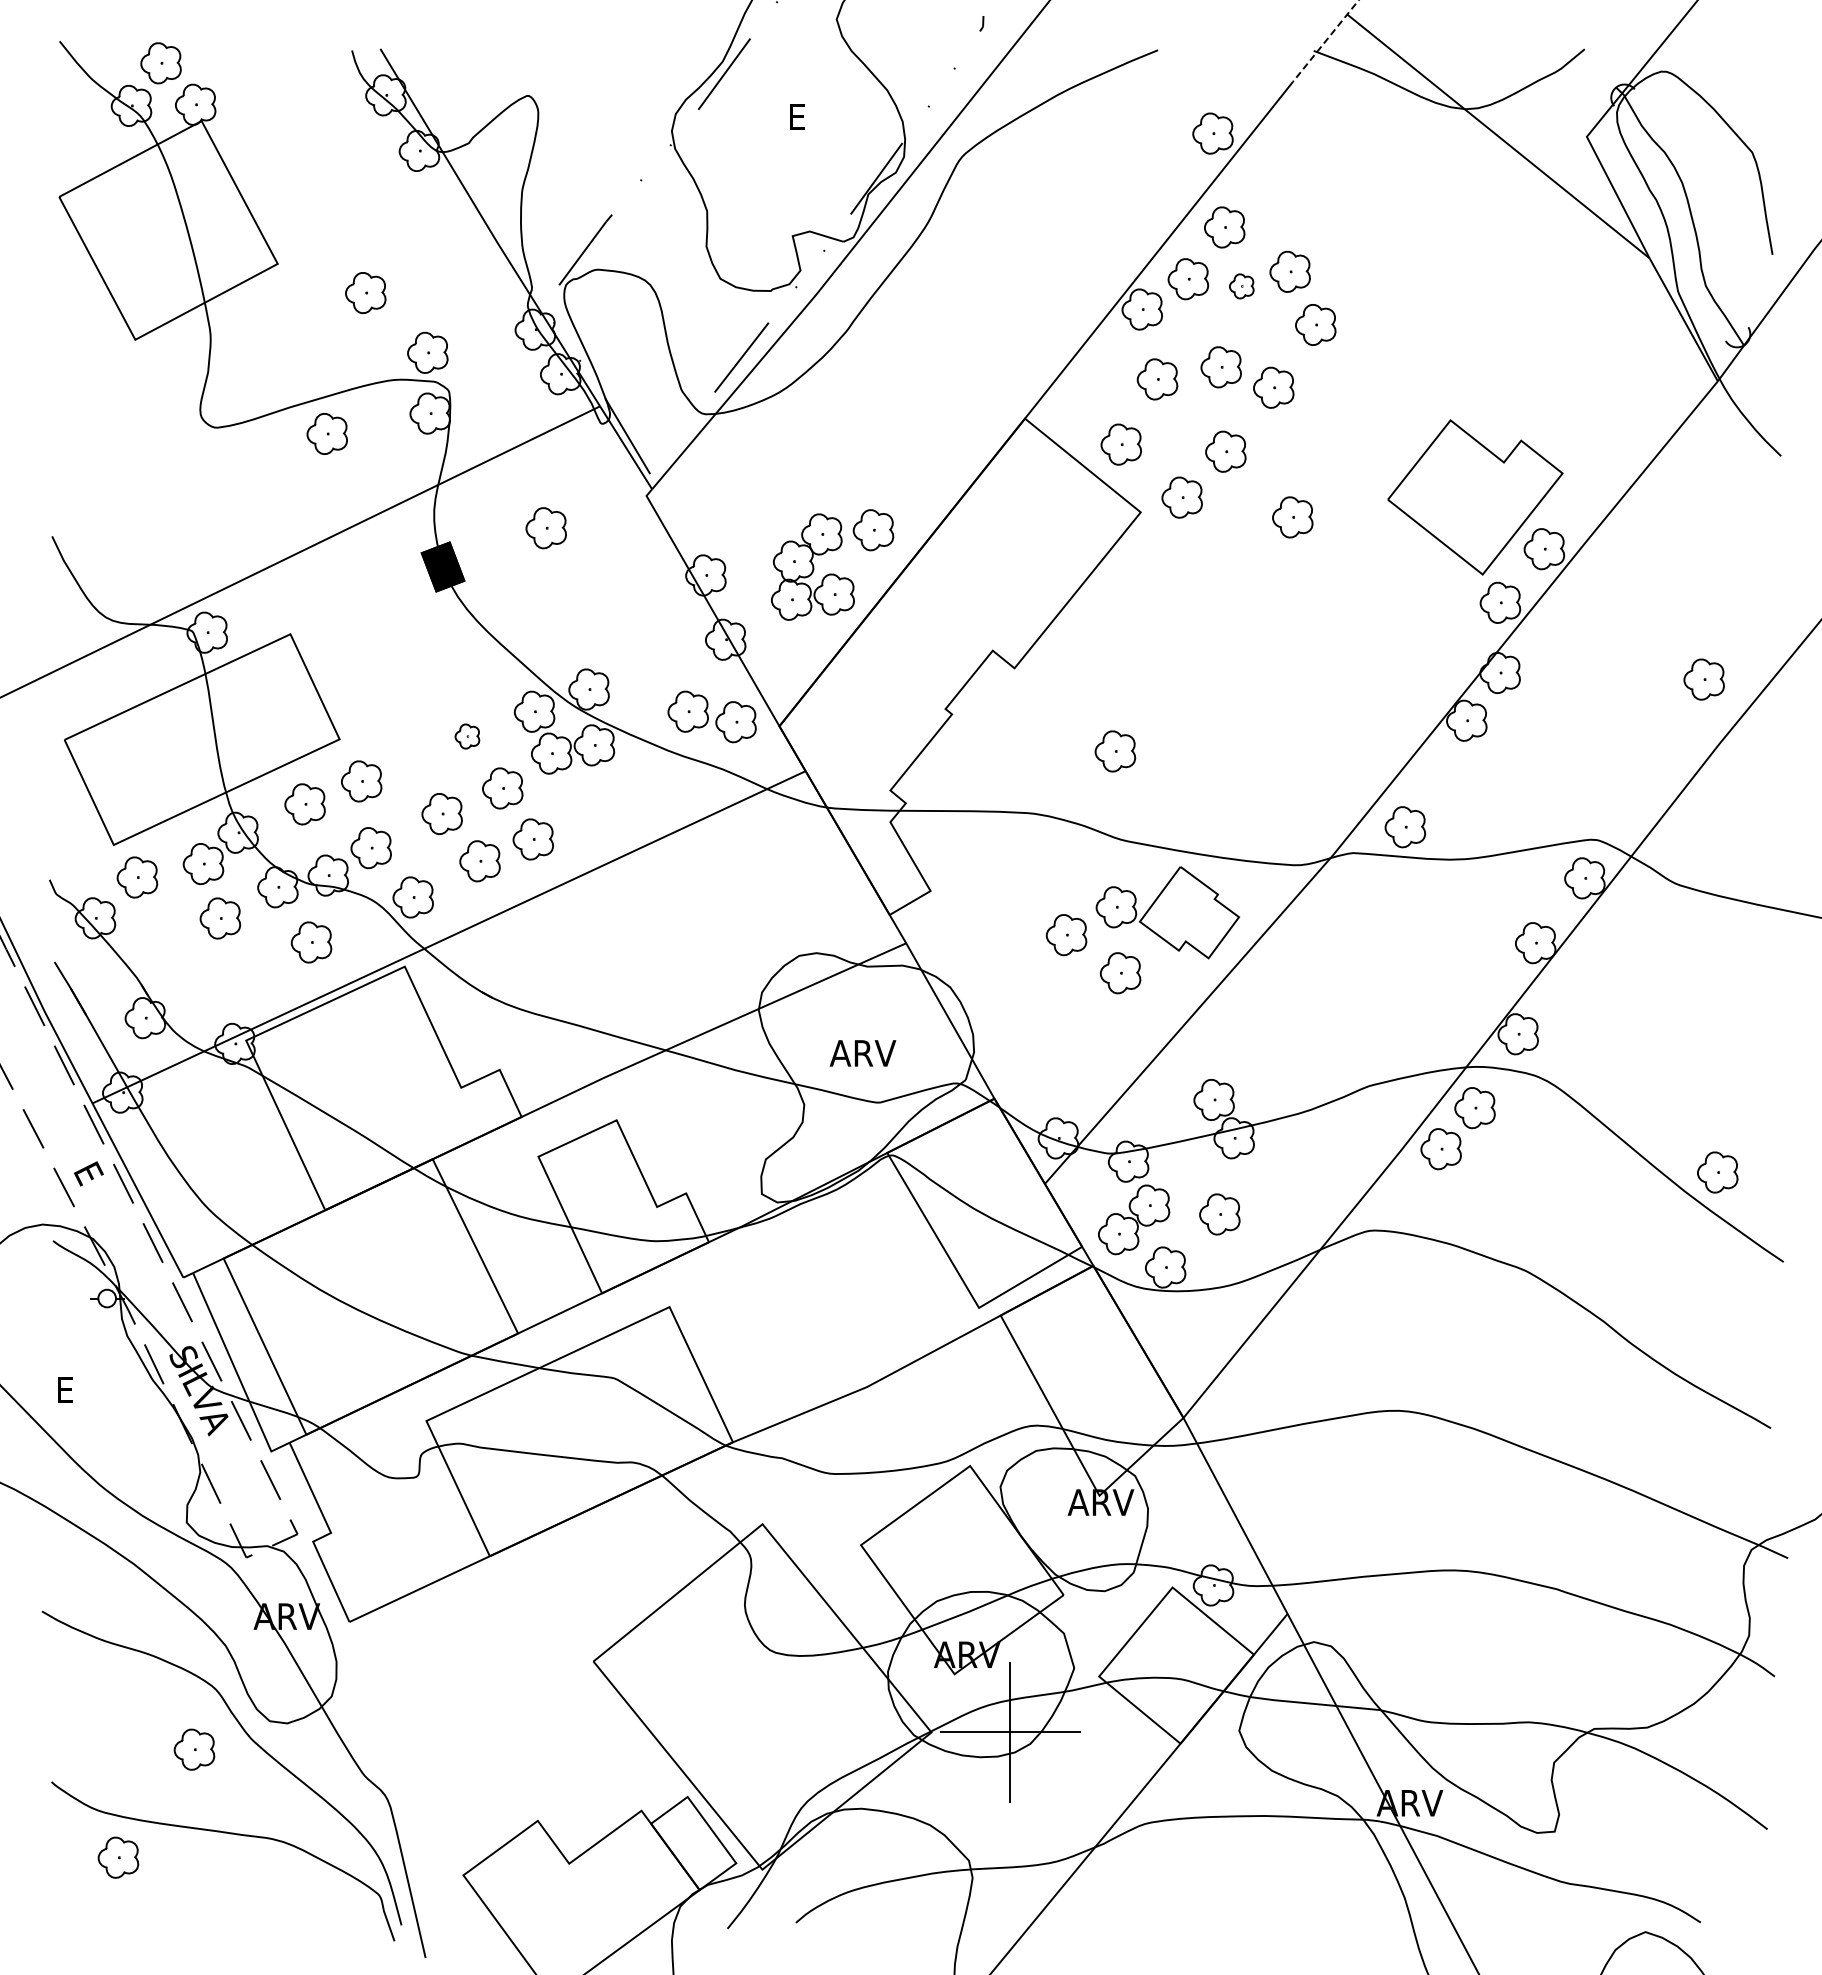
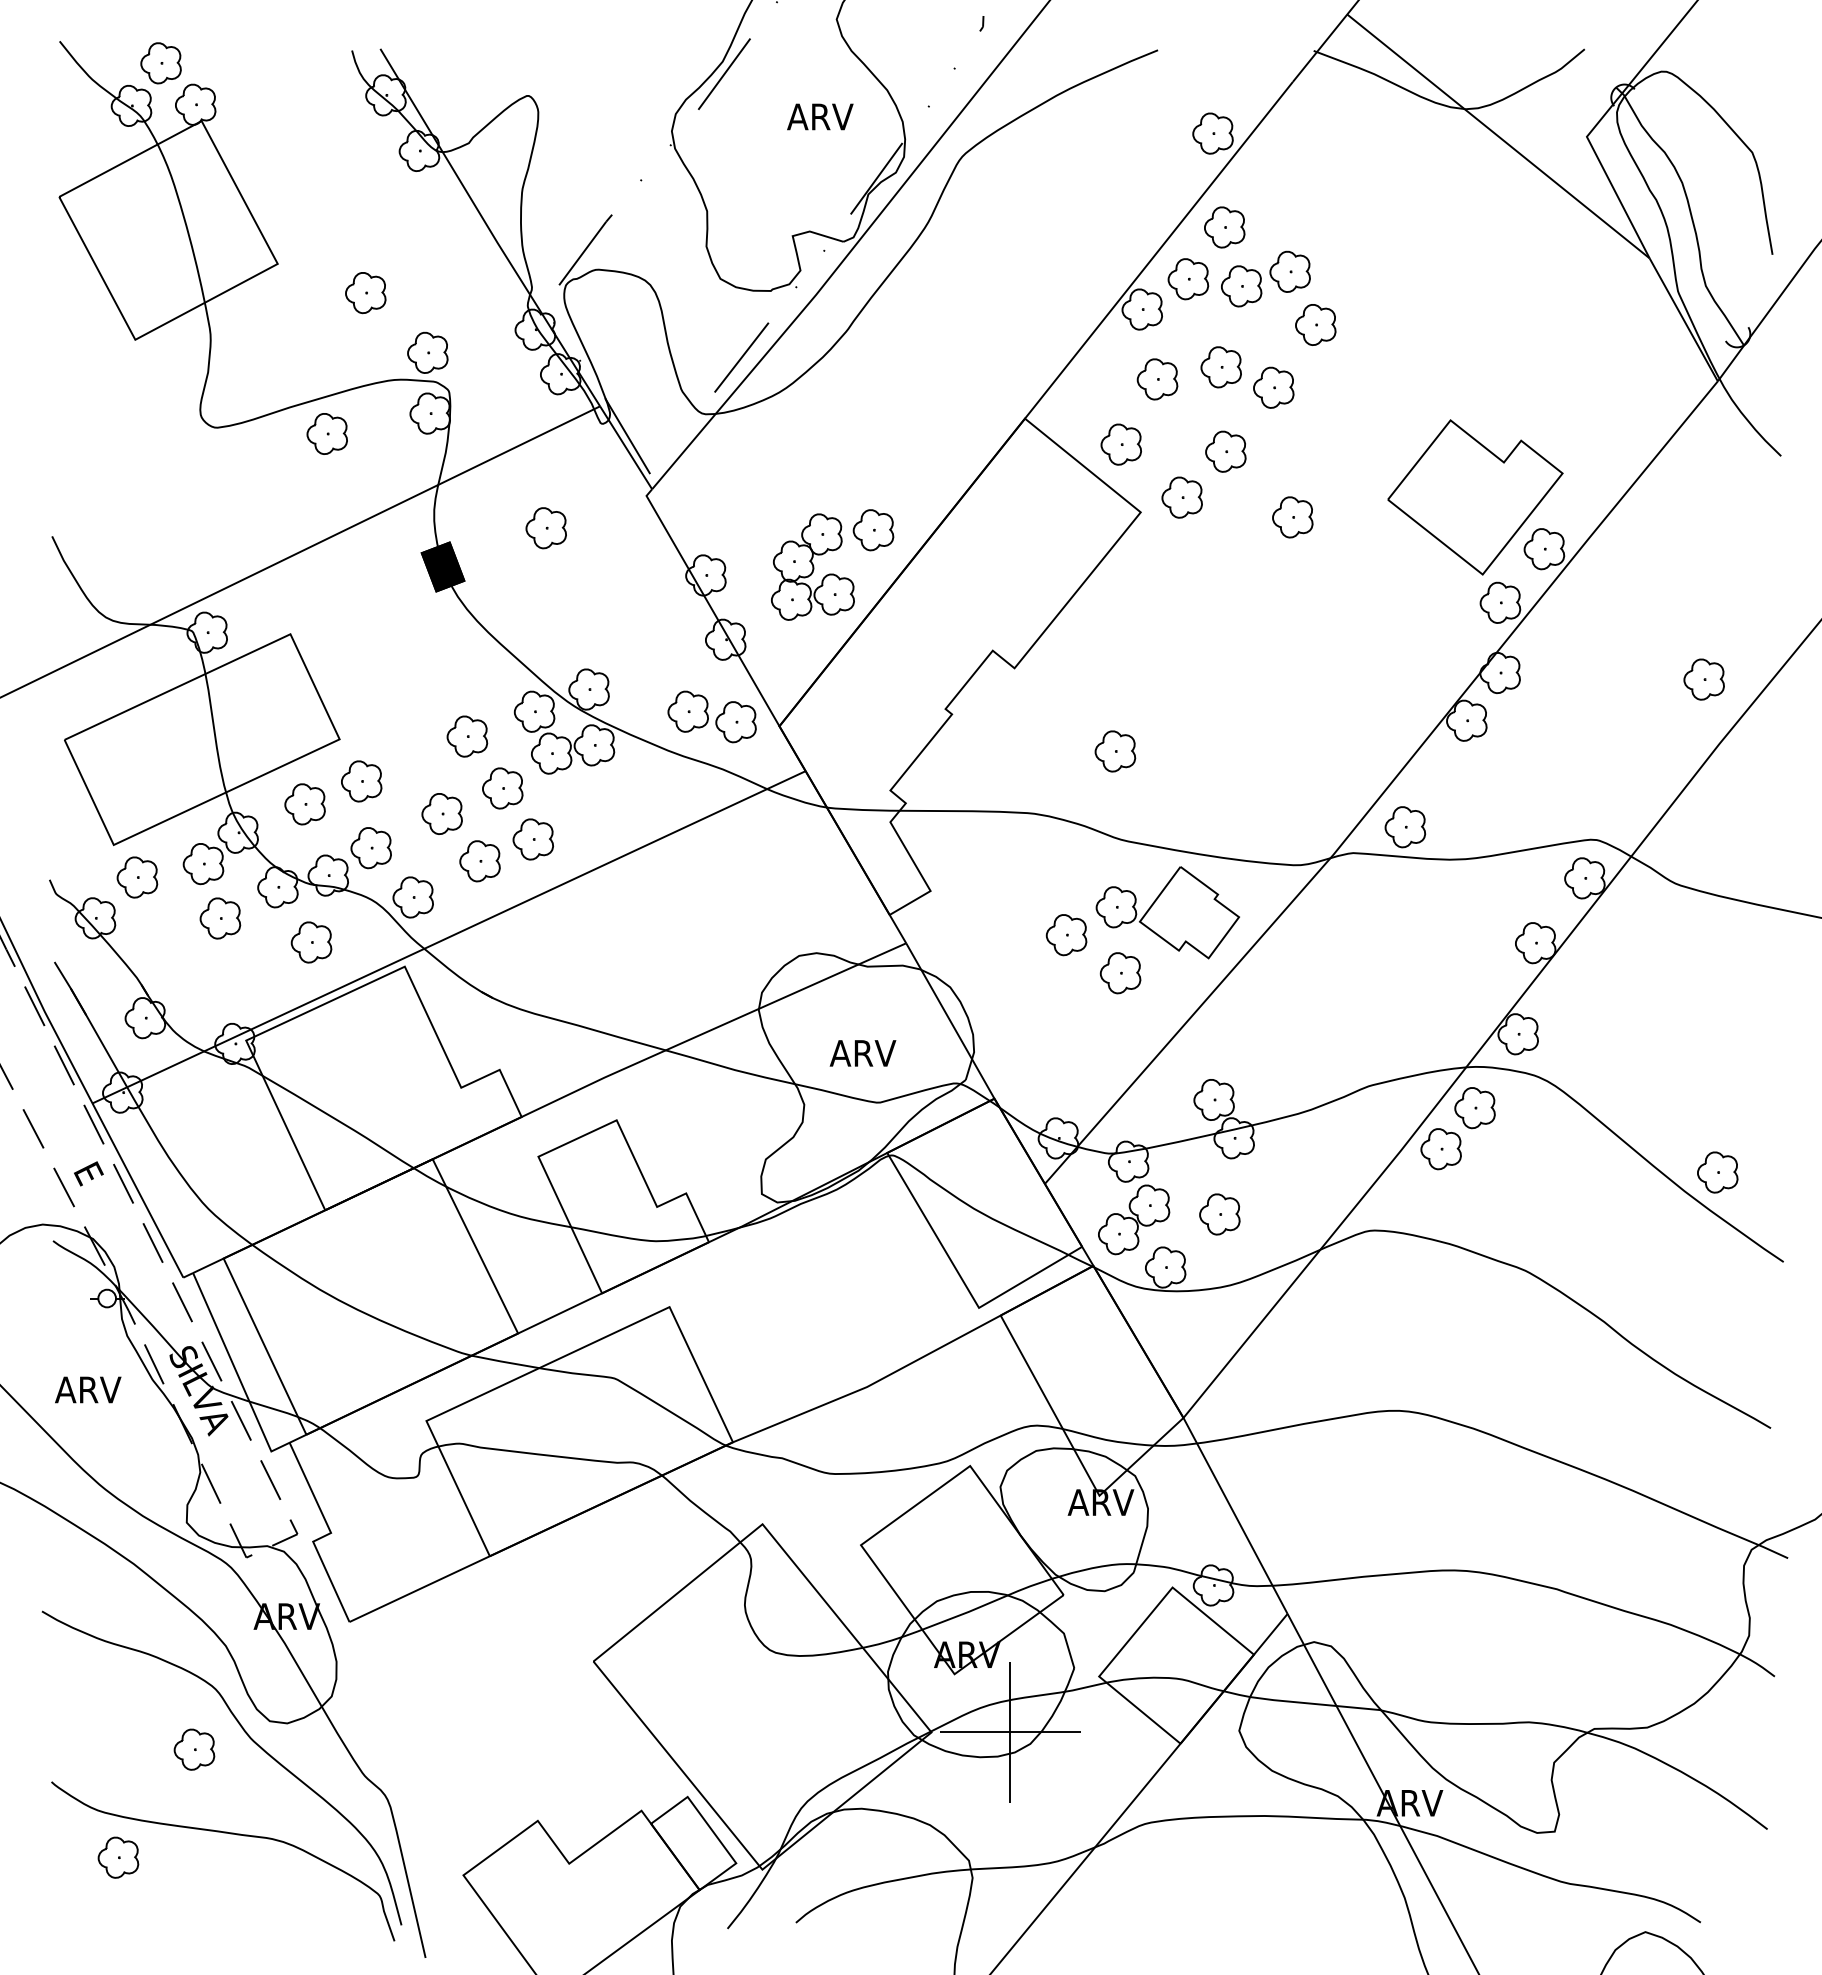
line at (1326, 40): dashed -> solid
text at (820, 116): E -> ARV
part at (1241, 286) size: 26x27 px -> 42x43 px
part at (467, 736) size: 27x27 px -> 43x43 px
text at (88, 1389): E -> ARV
